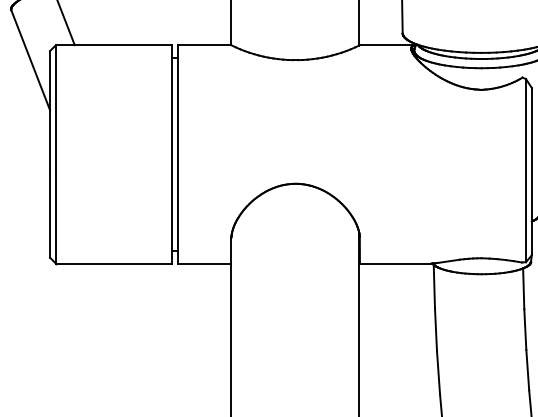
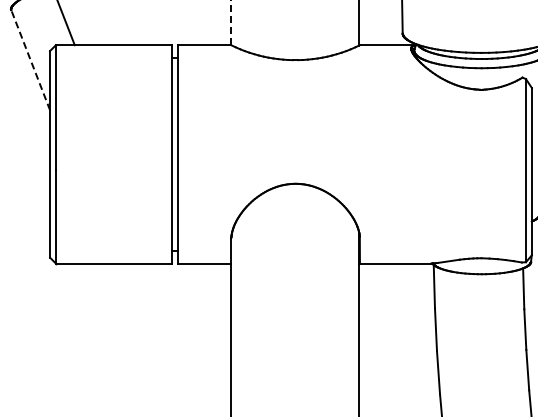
line at (231, 22): solid -> dashed
line at (30, 60): solid -> dashed
